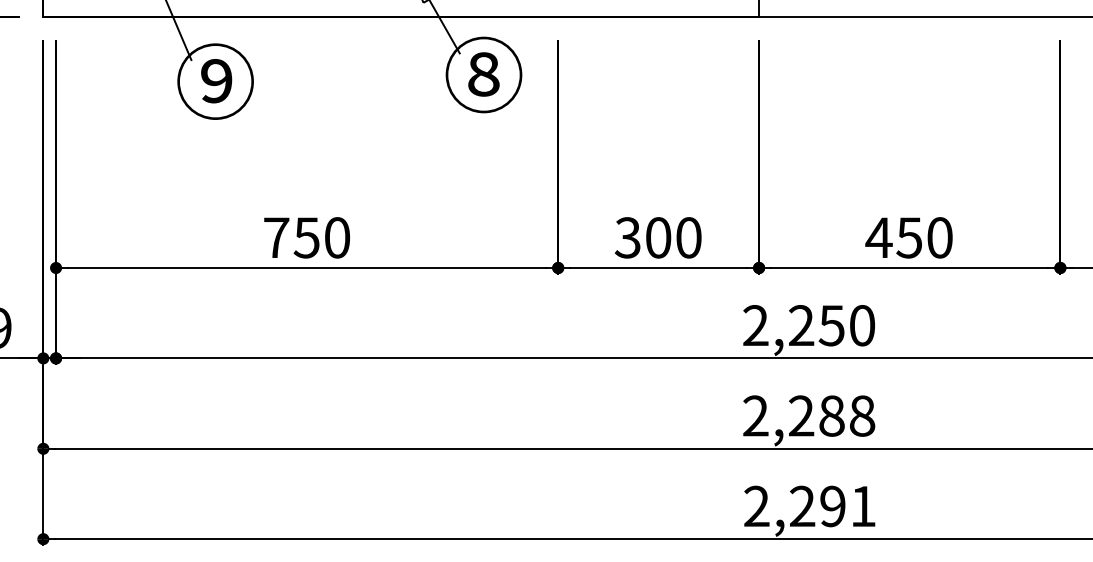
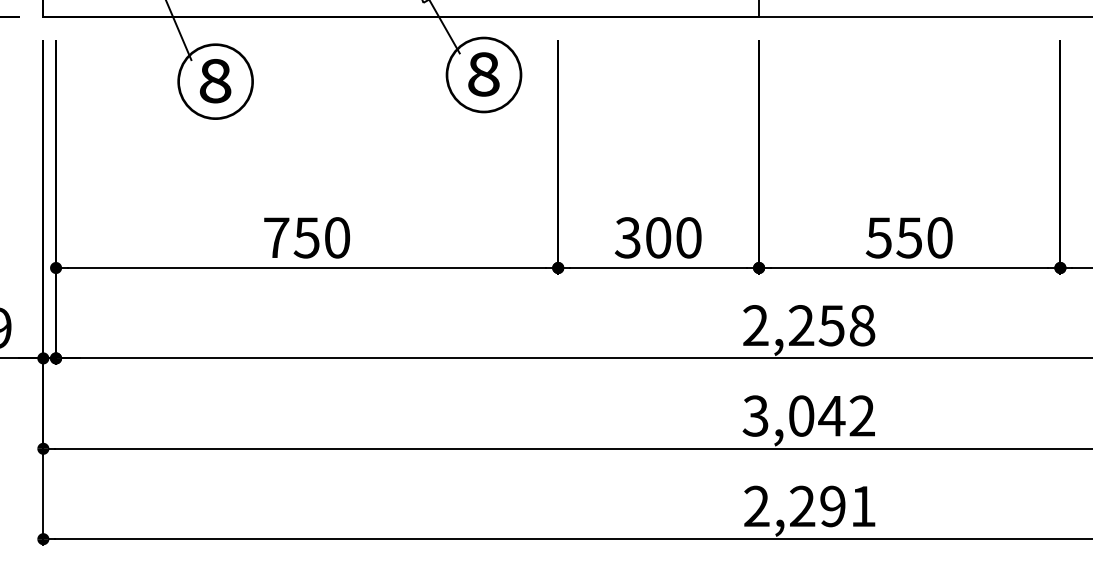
text at (215, 81): ⑨ -> ⑧
text at (878, 237): 450 -> 550
text at (862, 325): 2,250 -> 2,258
text at (808, 415): 2,288 -> 3,042
